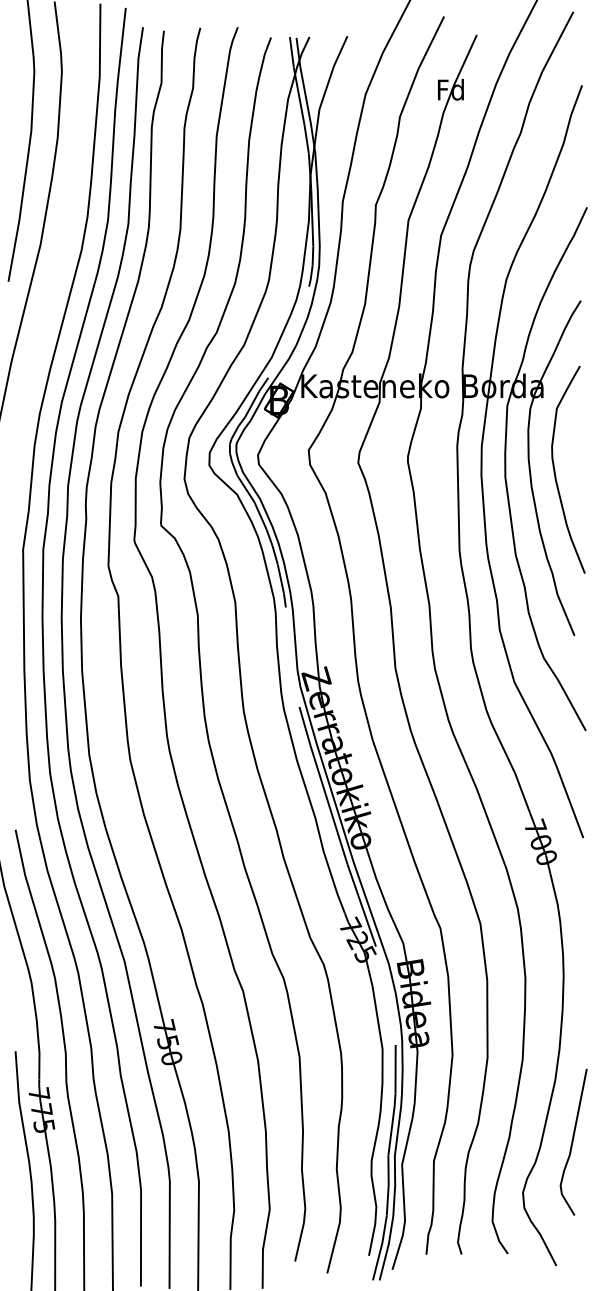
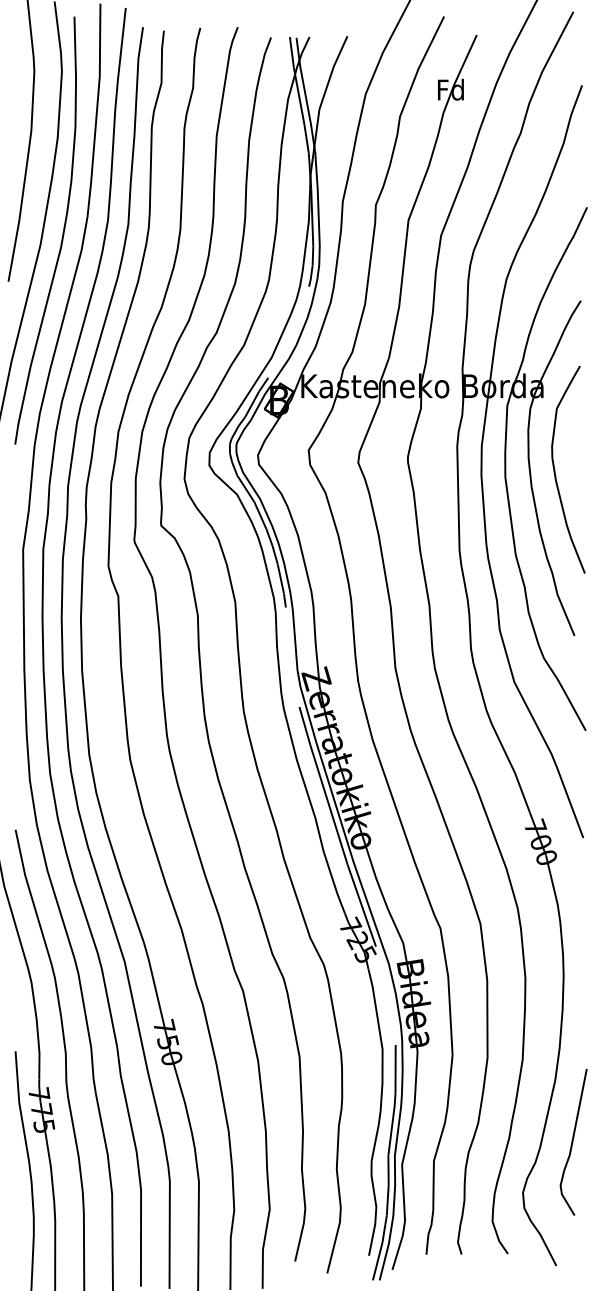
curve at (62, 232): none -> present
